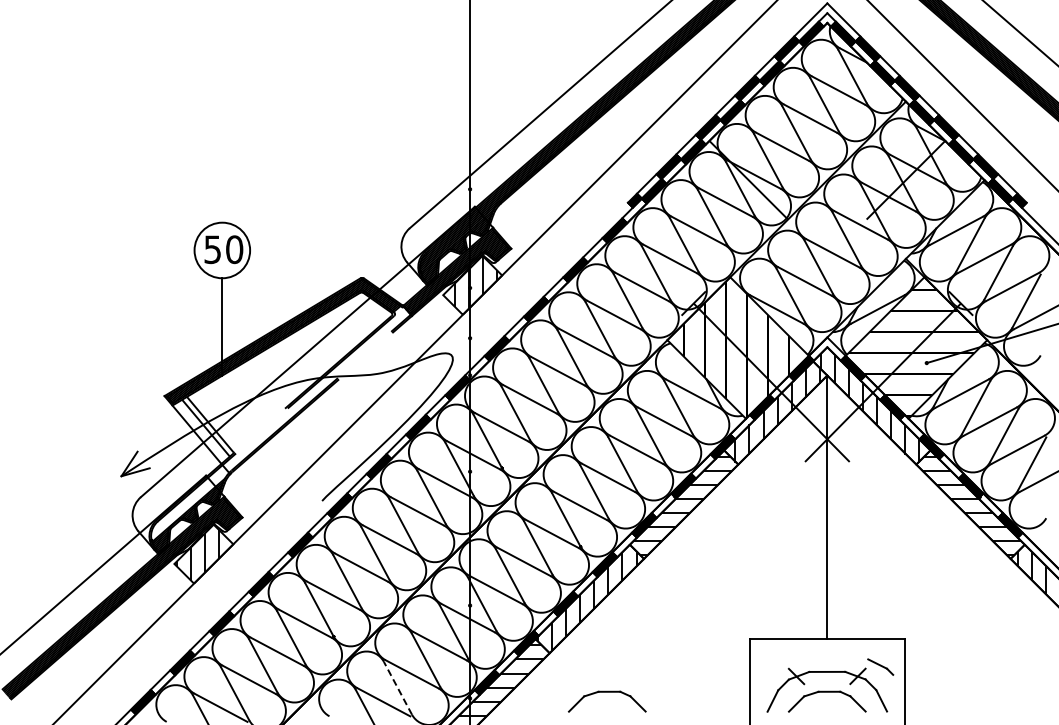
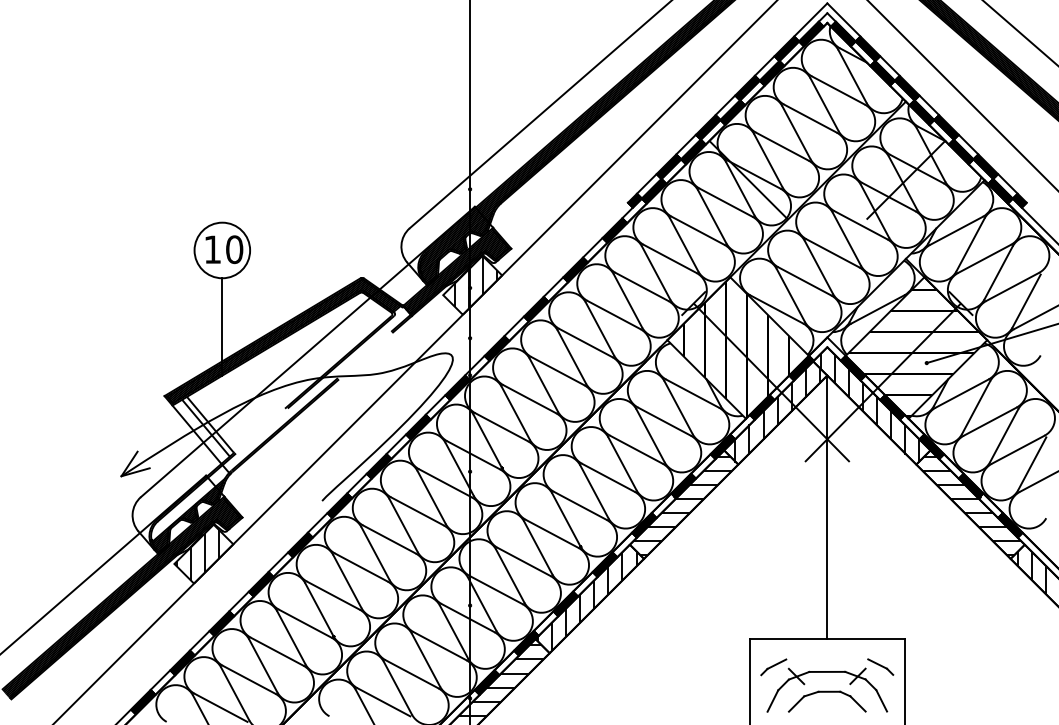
text at (212, 249): 50 -> 10
part at (773, 667): none -> present
line at (397, 688): dashed -> solid
part at (606, 692): present -> none
